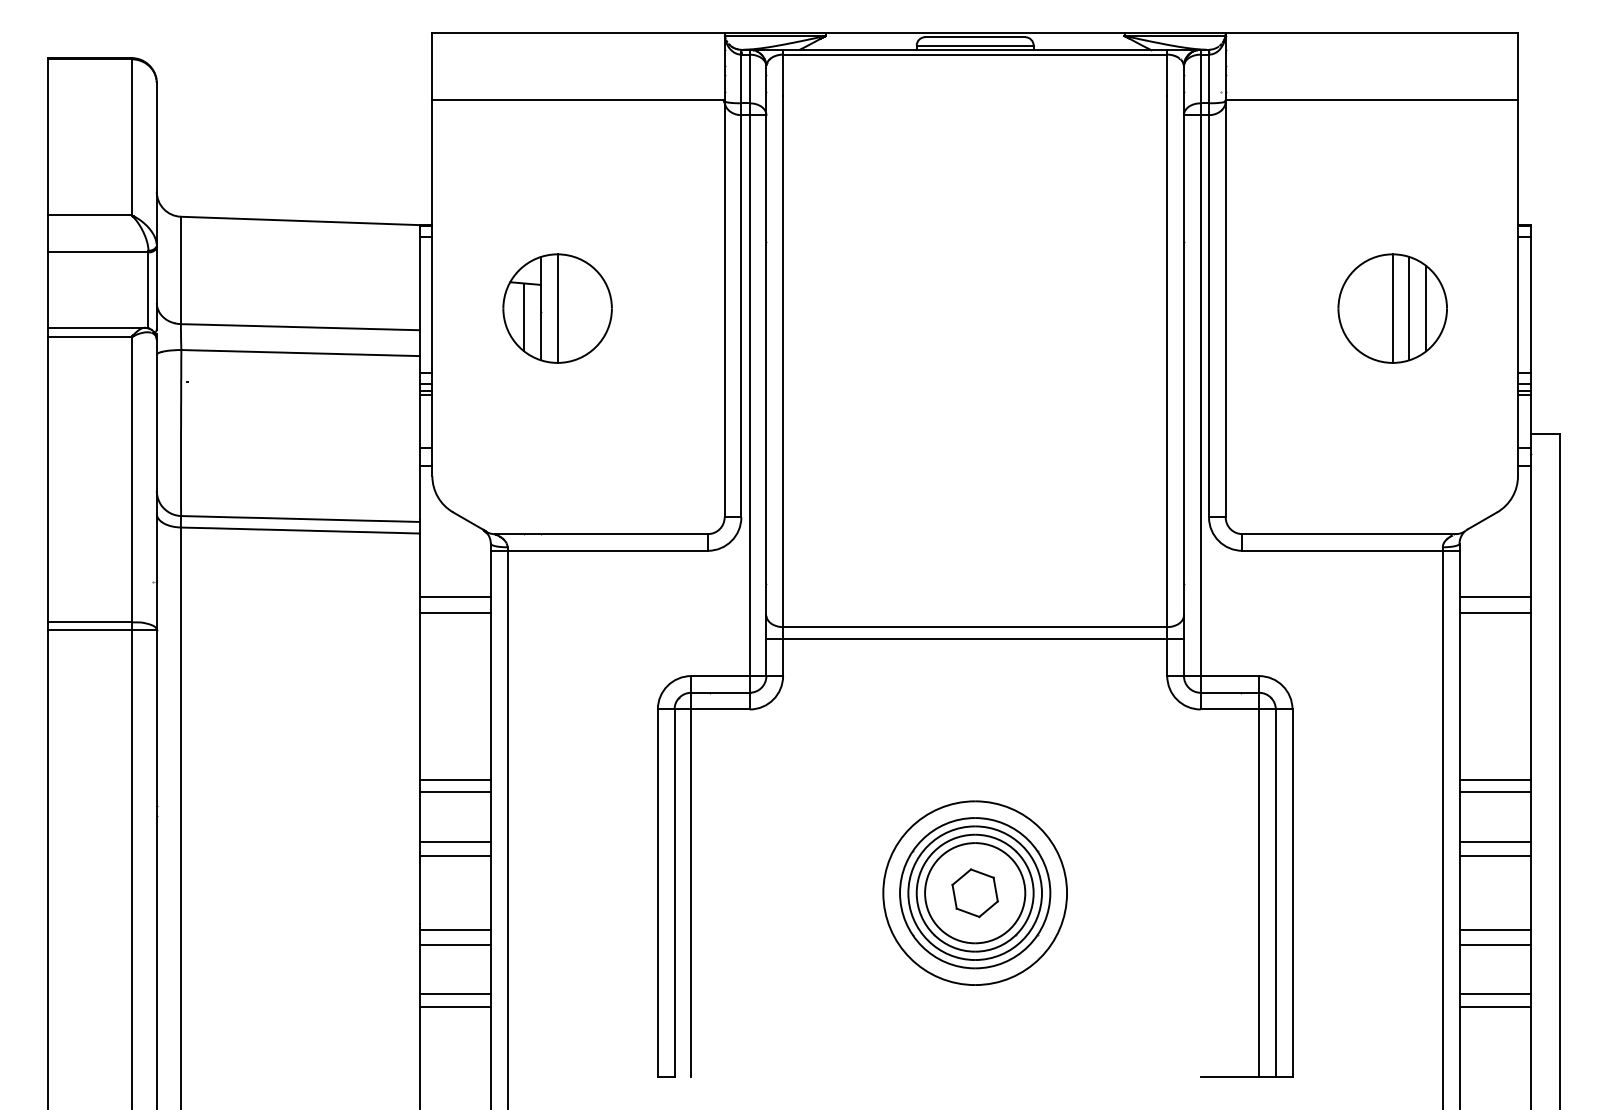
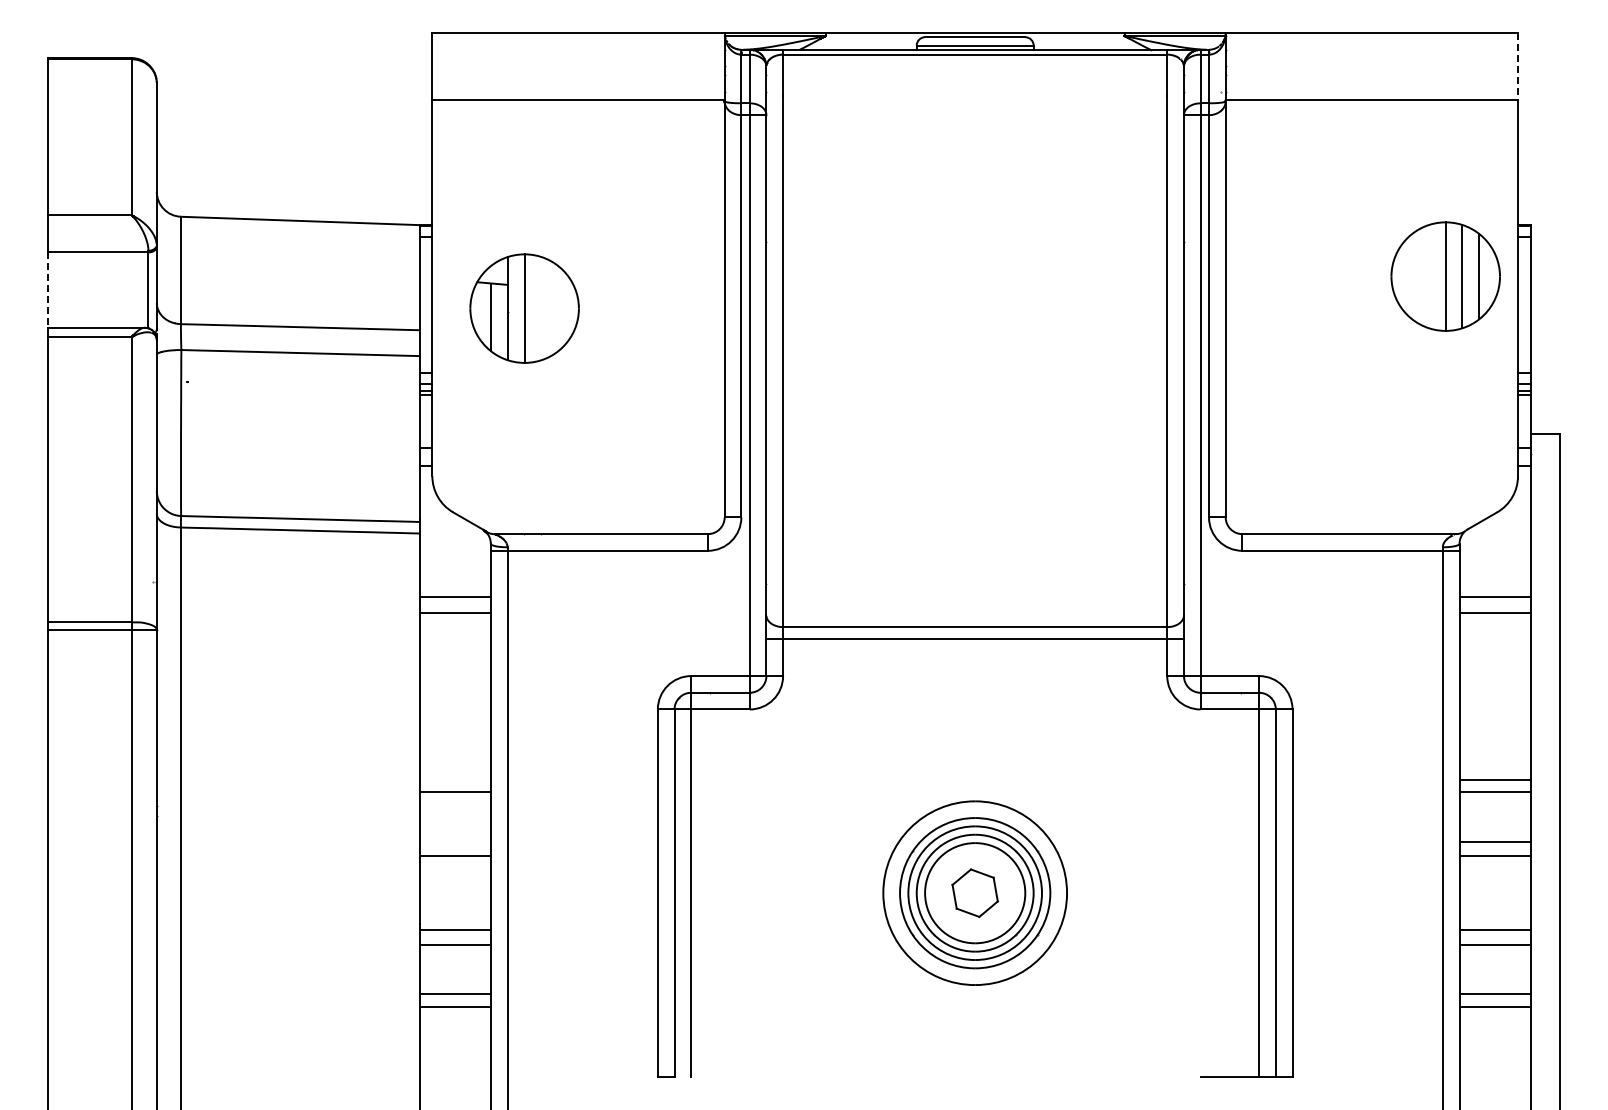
line at (1518, 66): solid -> dashed
line at (48, 290): solid -> dashed
part at (557, 308) position: (557, 308) -> (524, 308)
part at (1392, 308) position: (1392, 308) -> (1445, 276)
line at (454, 779): present -> none
line at (454, 841): present -> none
